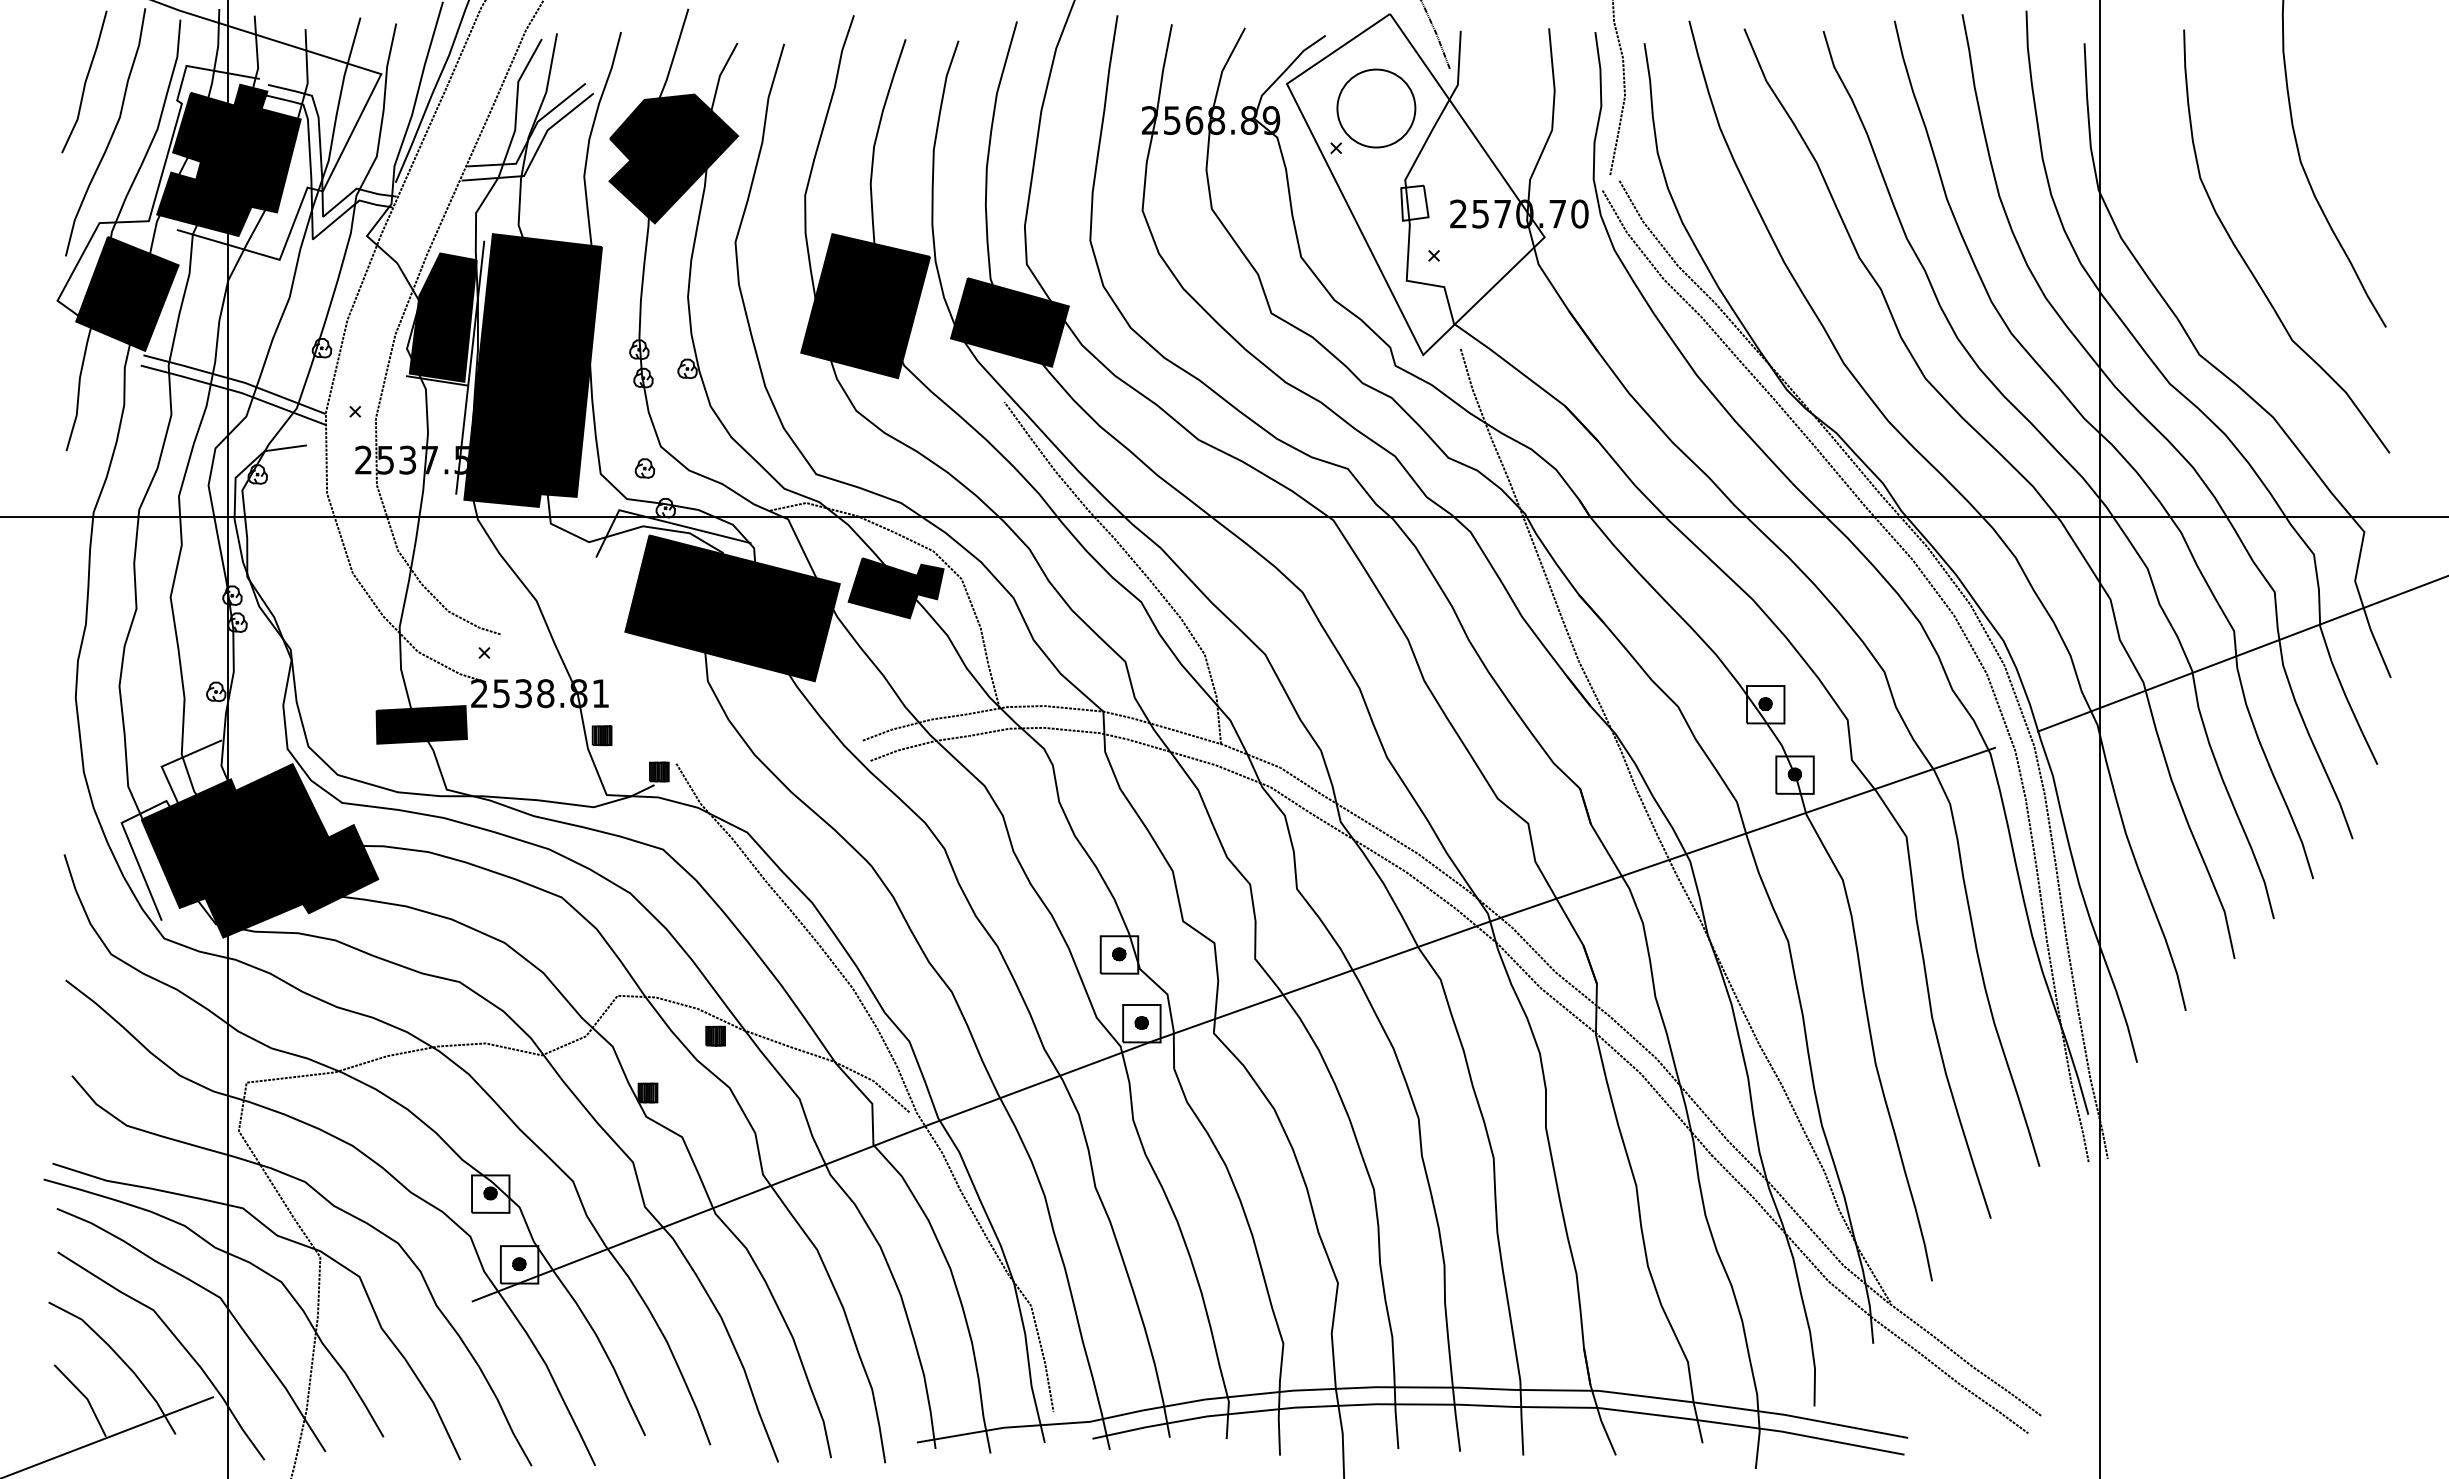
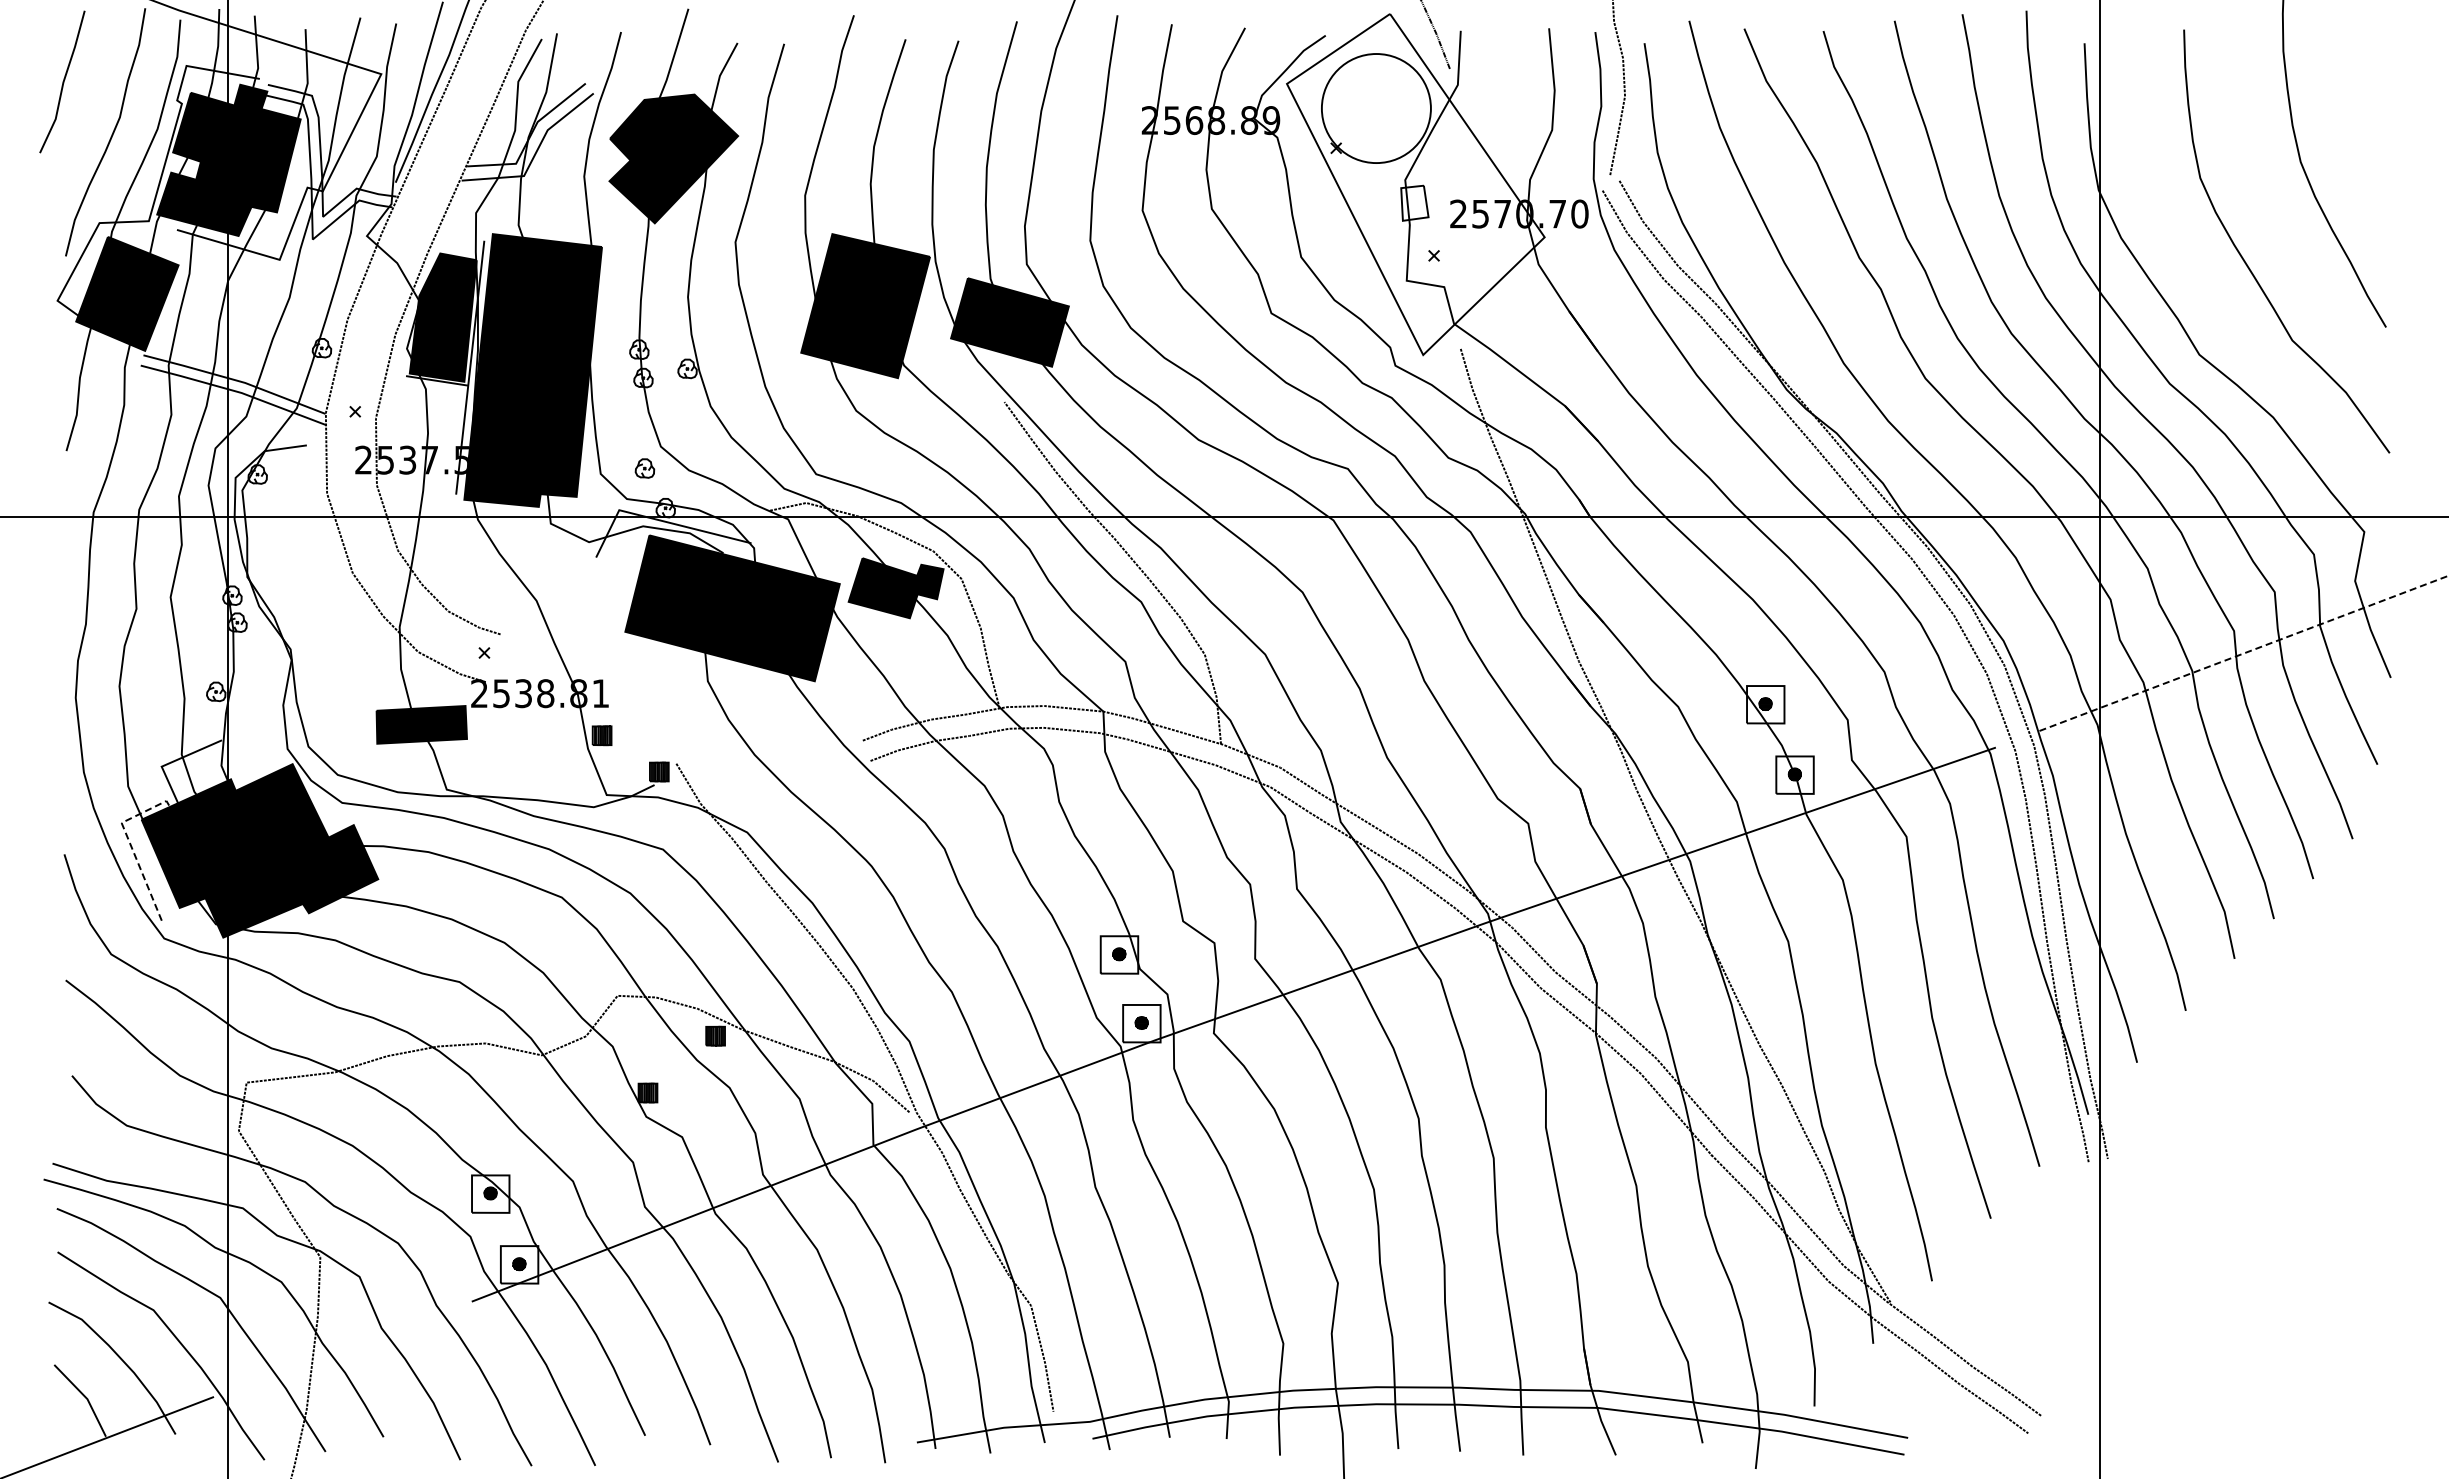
line at (84, 81) position: (84, 81) -> (62, 81)
circle at (1376, 108) diameter: 78 px -> 109 px
line at (2242, 653): solid -> dashed
line at (130, 844): solid -> dashed
